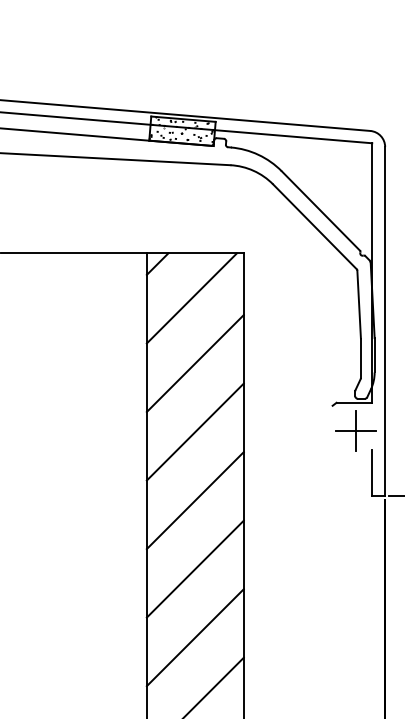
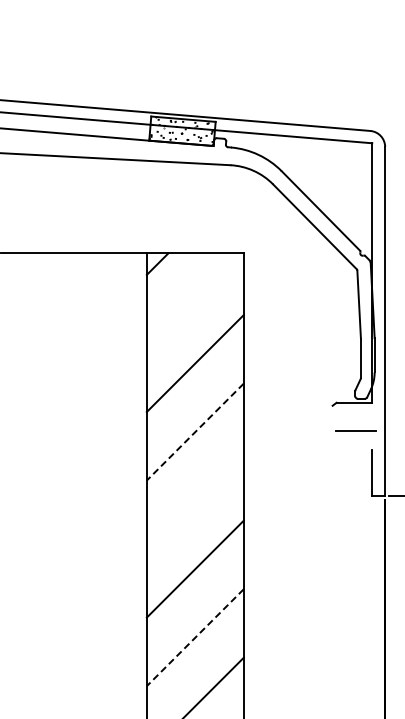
line at (191, 298): present -> none
line at (356, 430): present -> none
line at (195, 432): solid -> dashed
line at (194, 500): present -> none
line at (195, 637): solid -> dashed
